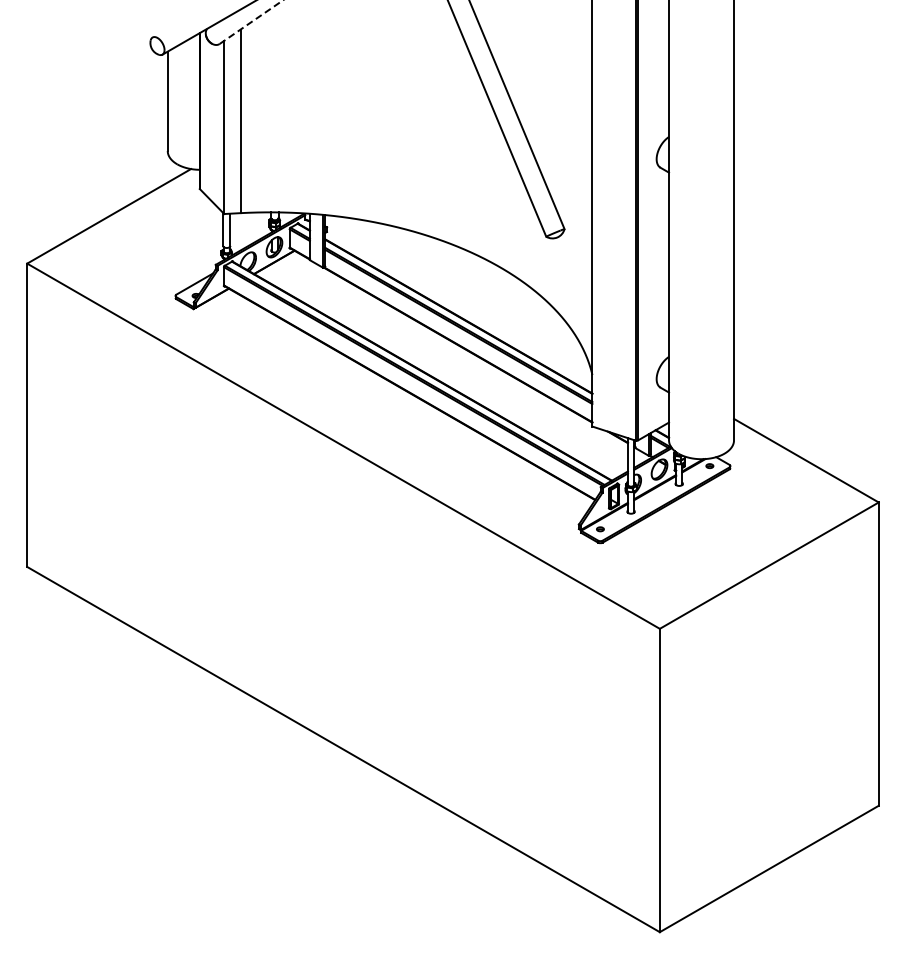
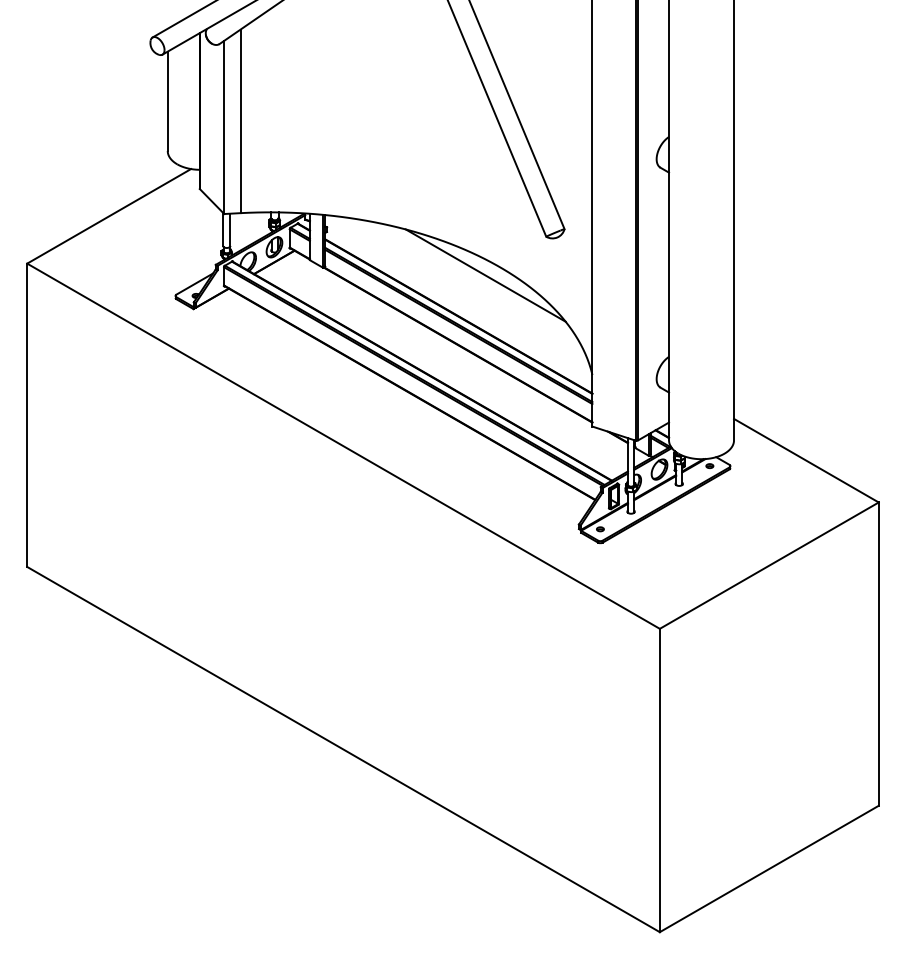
line at (182, 19): none -> present
line at (251, 21): dashed -> solid
line at (485, 275): none -> present
